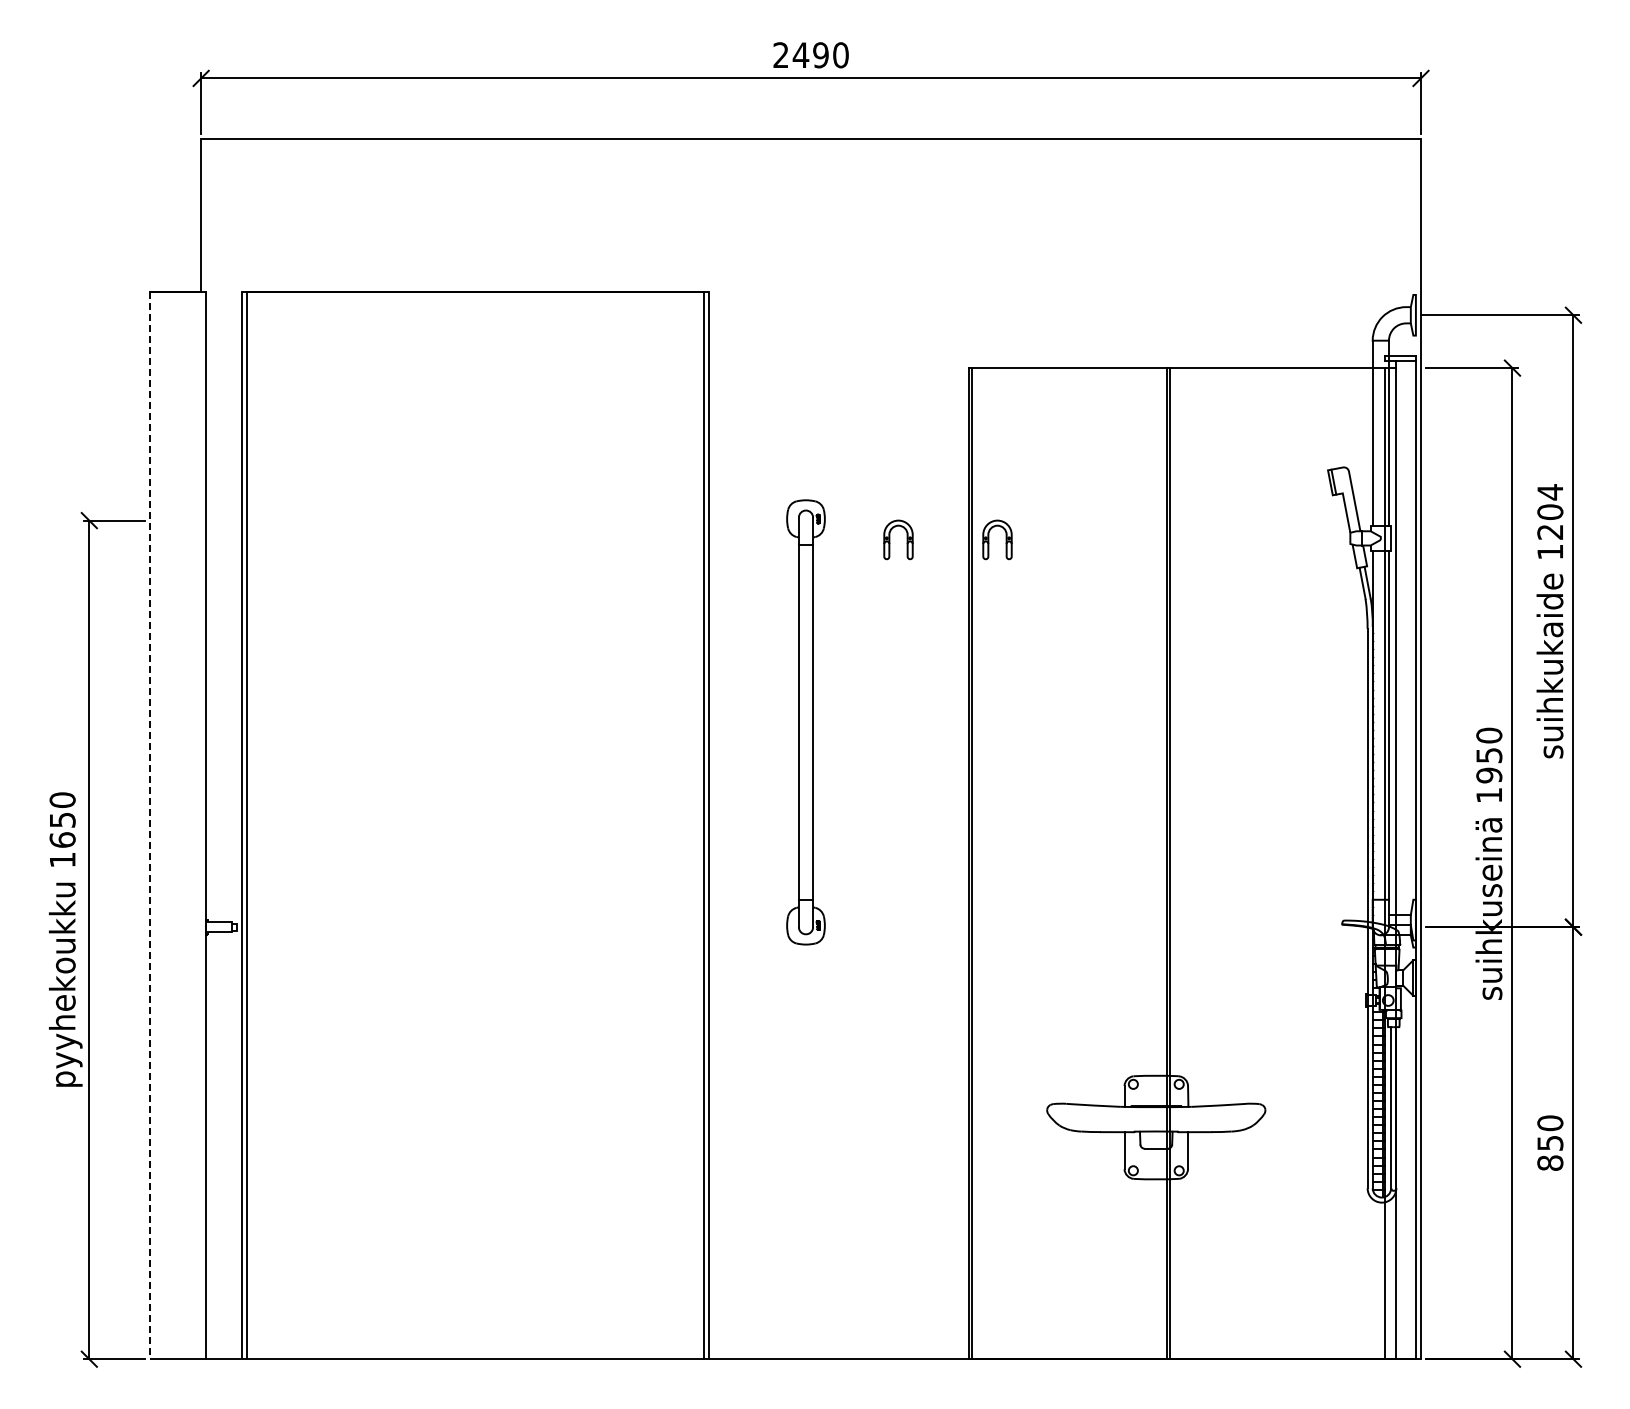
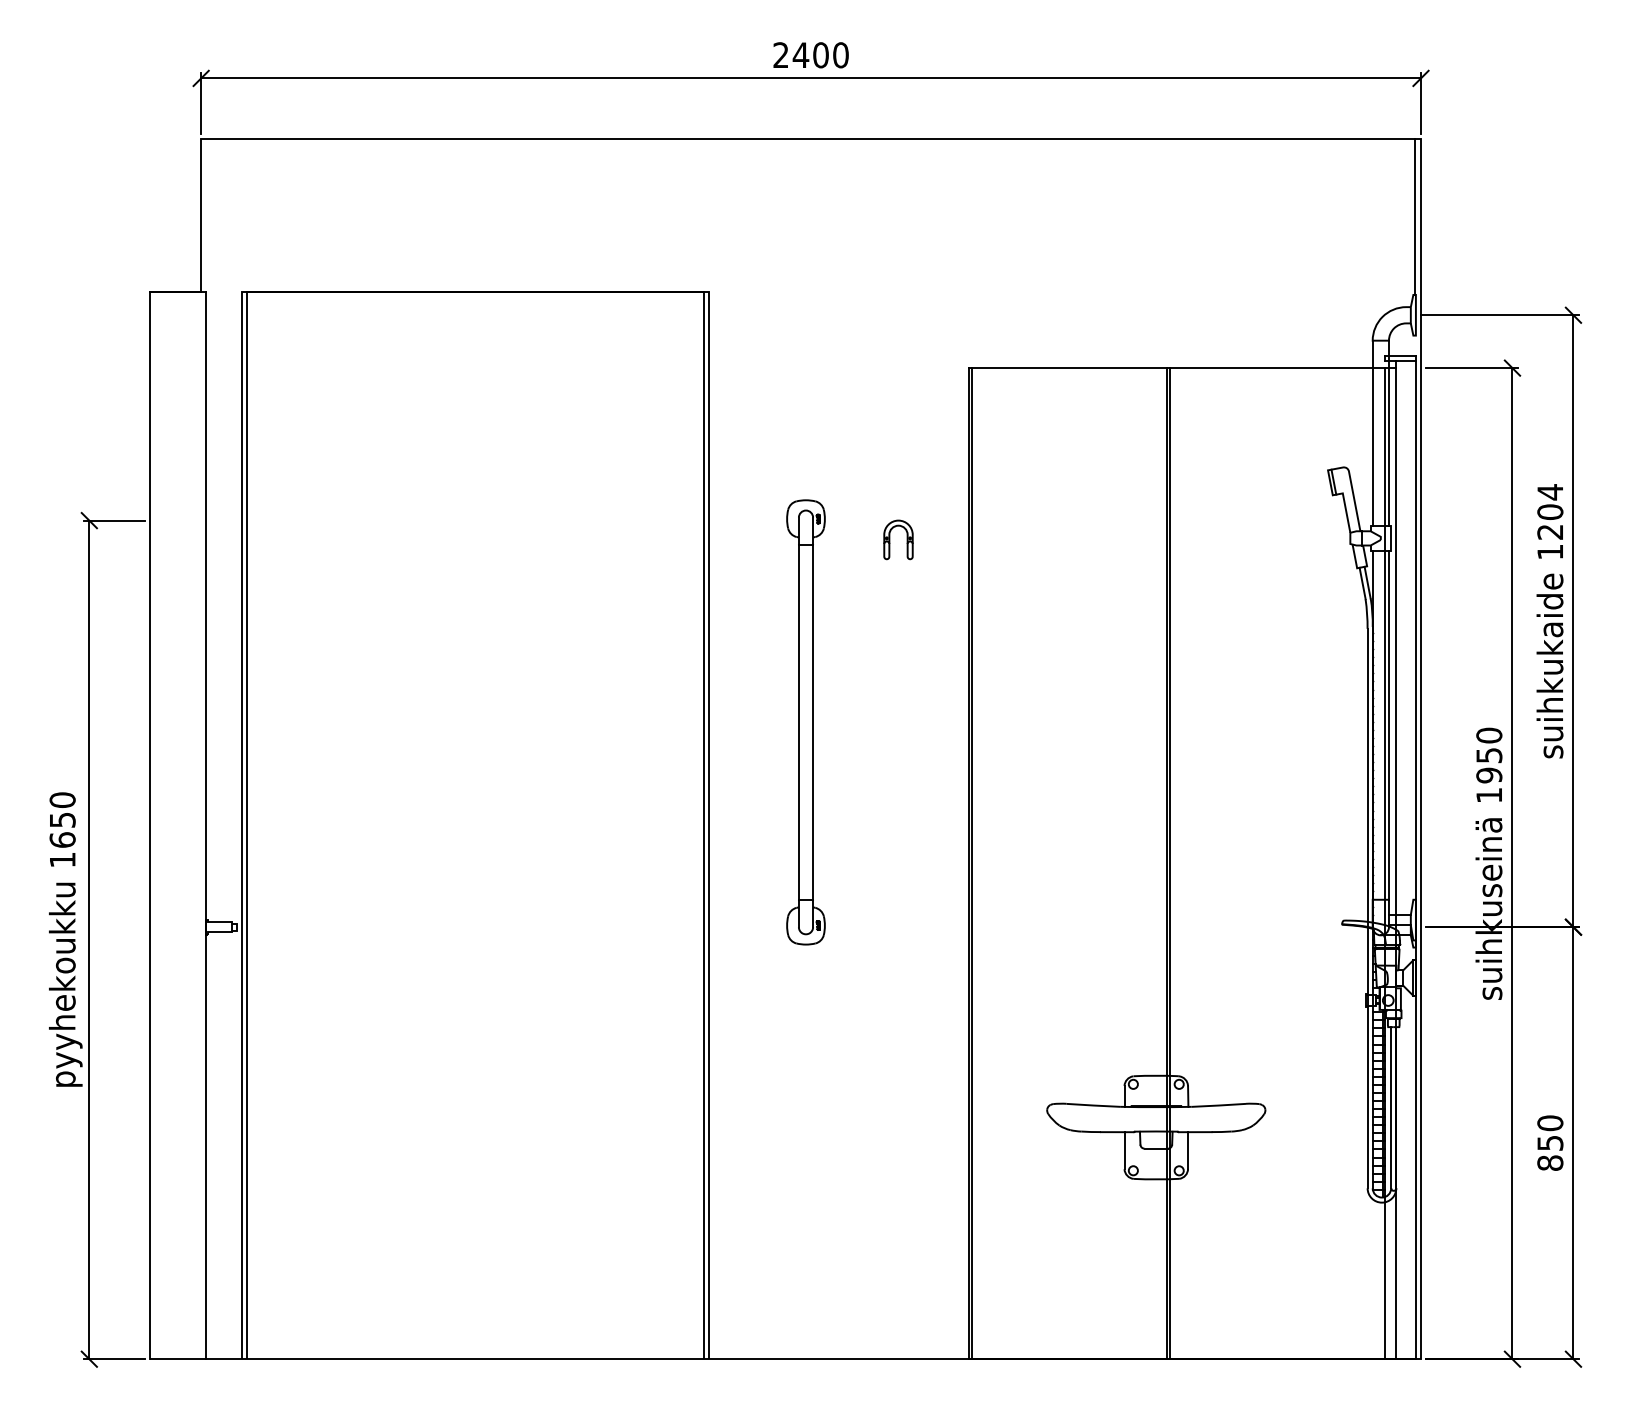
text at (820, 55): 2490 -> 2400
line at (1415, 216): none -> present
part at (989, 539): present -> none
line at (150, 825): dashed -> solid
